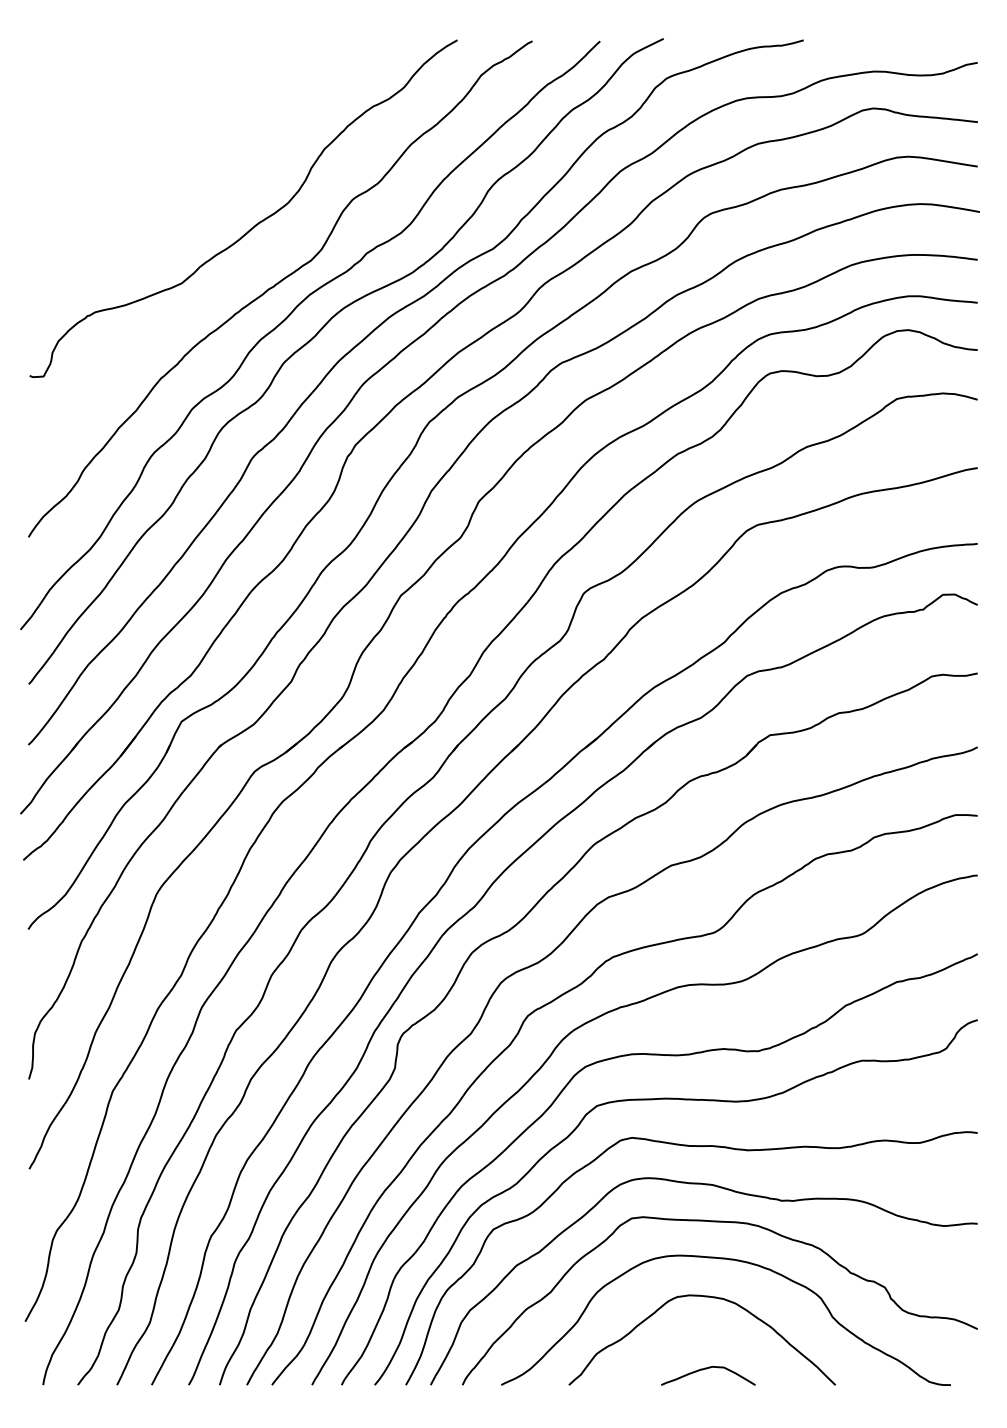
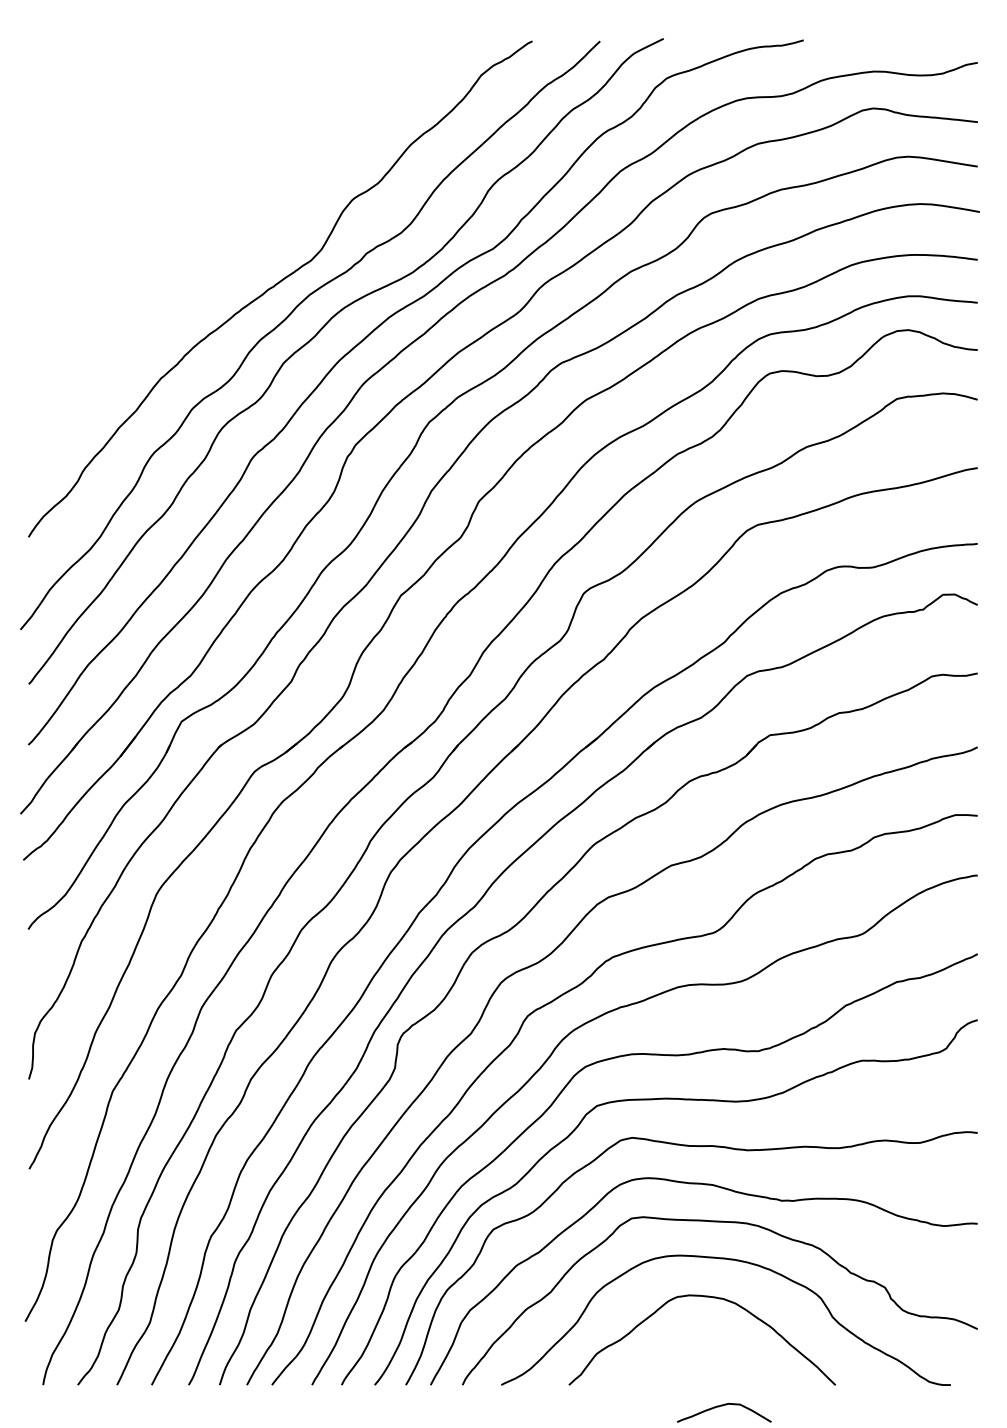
curve at (256, 223): present -> none
curve at (706, 1369) position: (706, 1369) -> (722, 1406)
